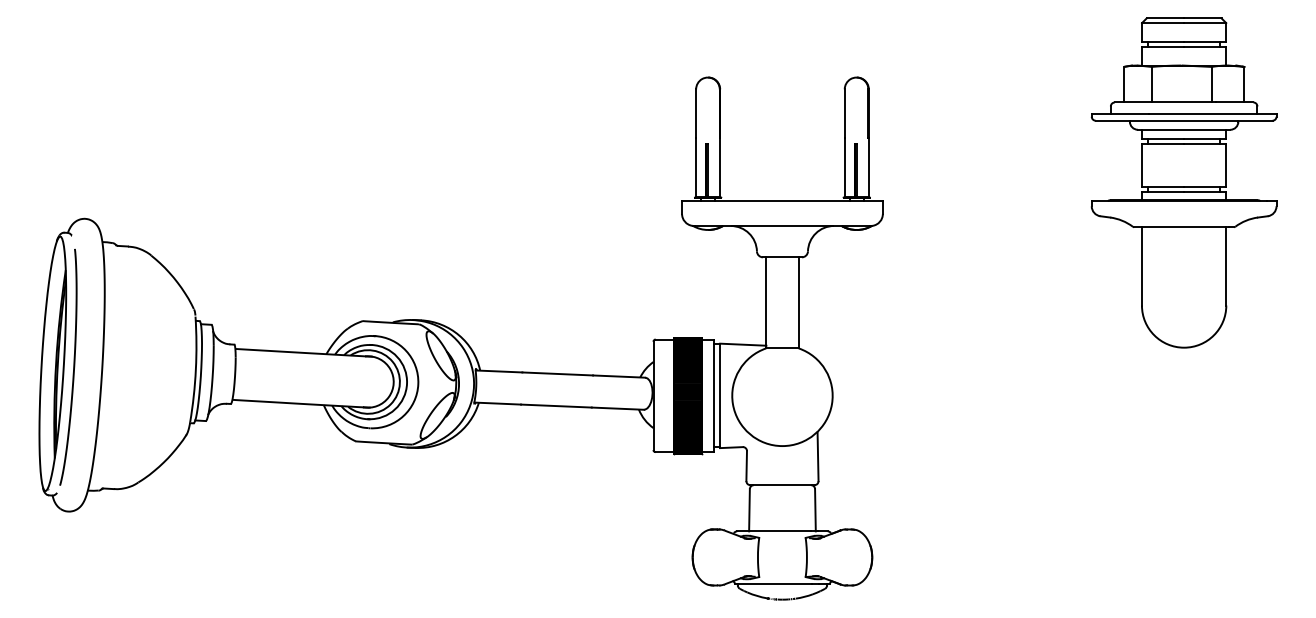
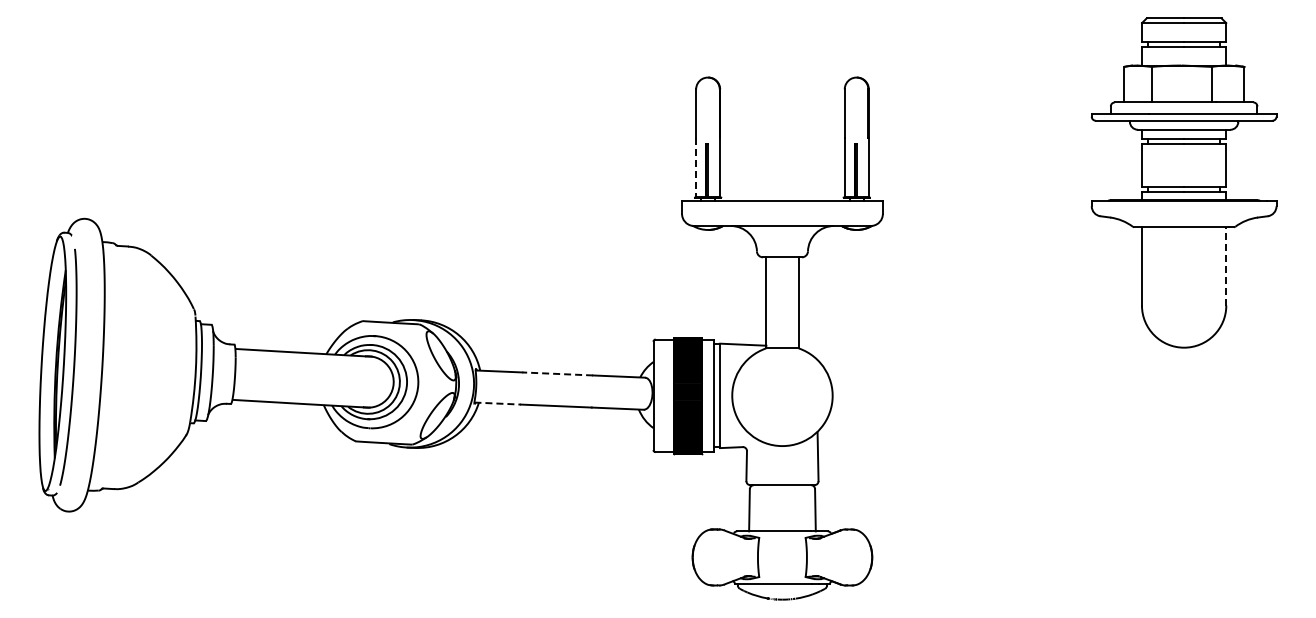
line at (696, 167): solid -> dashed
line at (1226, 265): solid -> dashed
line at (557, 373): solid -> dashed
line at (498, 403): solid -> dashed
